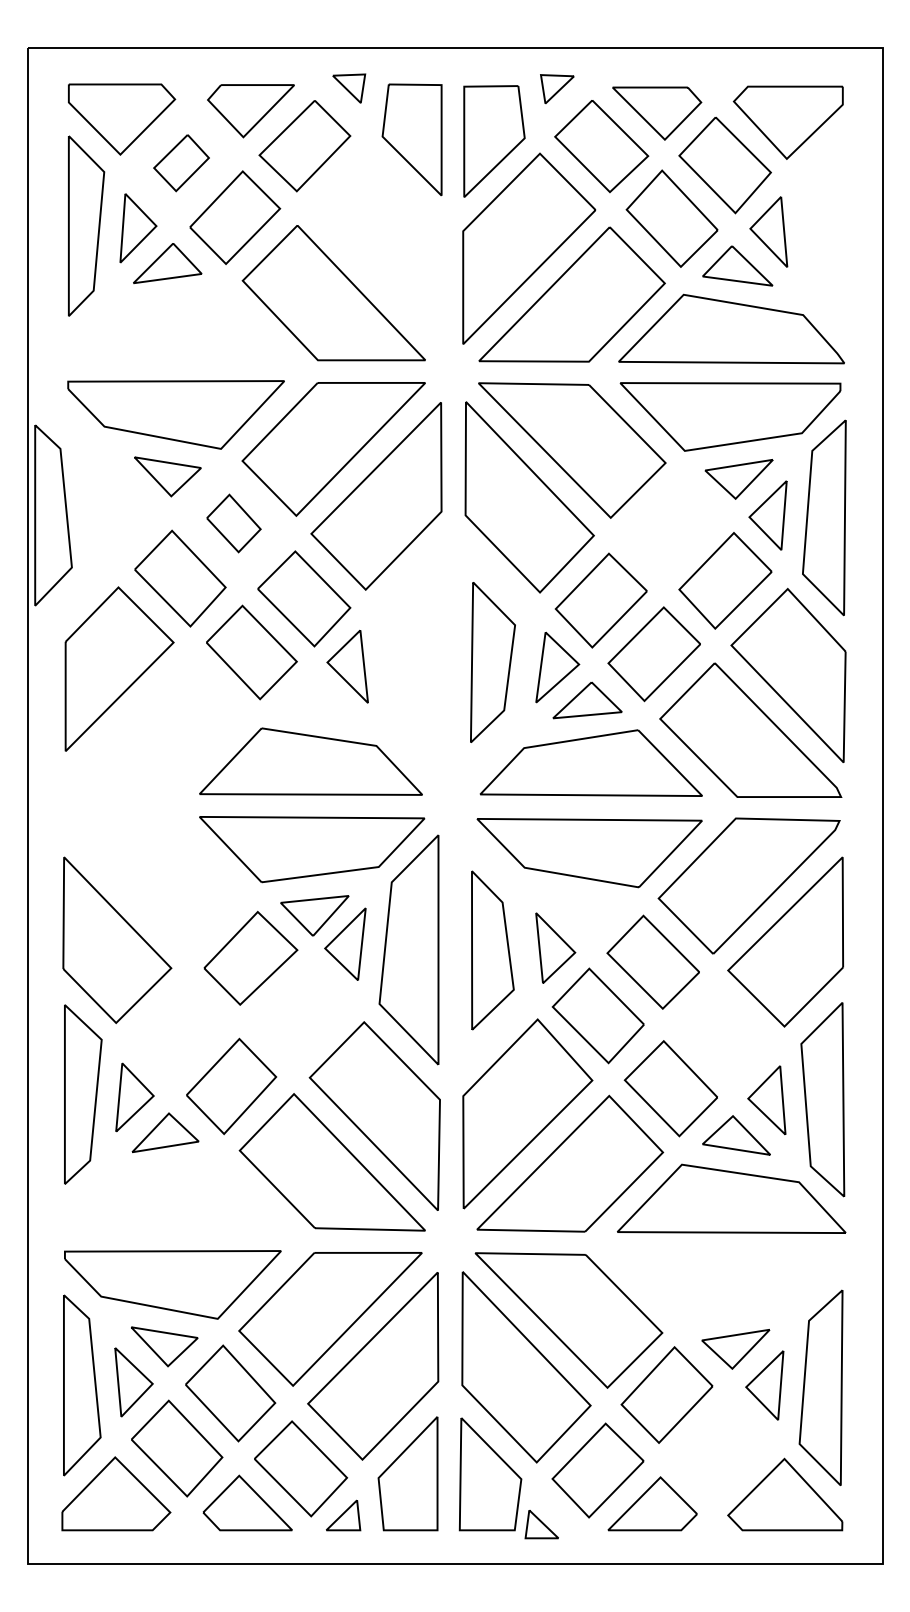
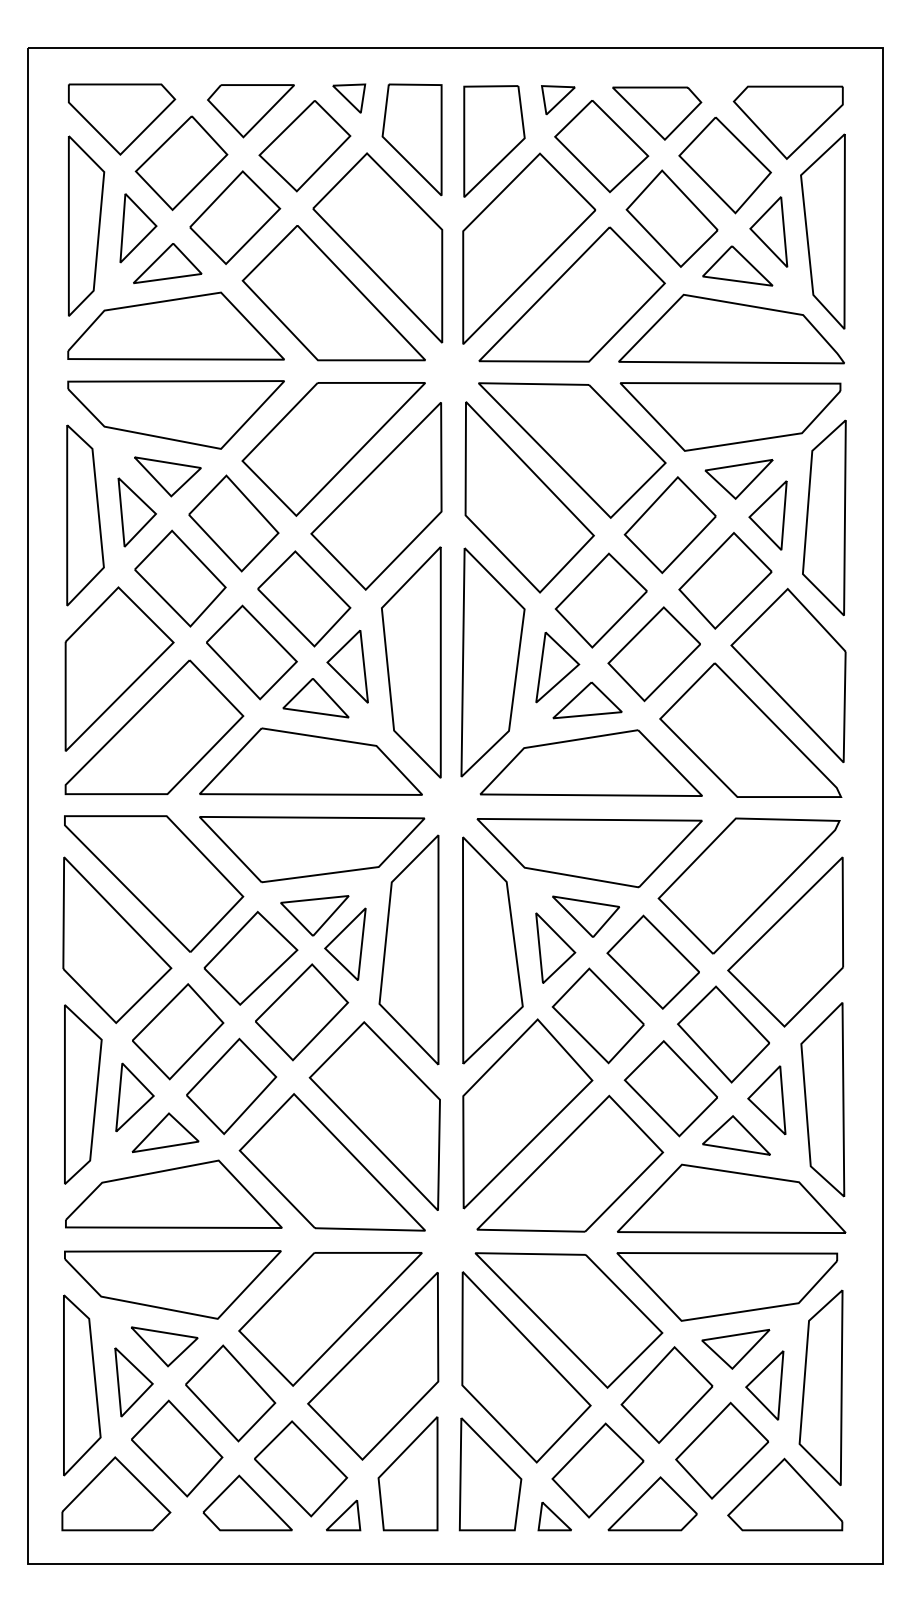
part at (349, 88) position: (349, 88) -> (349, 98)
part at (557, 89) position: (557, 89) -> (558, 100)
part at (181, 163) size: 57x59 px -> 95x96 px
part at (822, 231): none -> present
part at (377, 247): none -> present
part at (175, 325): none -> present
part at (136, 512): none -> present
part at (53, 515) position: (53, 515) -> (85, 515)
part at (233, 523) size: 56x61 px -> 92x99 px
part at (669, 525): none -> present
part at (411, 662): none -> present
part at (492, 662) size: 46x161 px -> 66x231 px
part at (315, 698): none -> present
part at (154, 726): none -> present
part at (154, 883): none -> present
part at (586, 916): none -> present
part at (492, 950) size: 44x161 px -> 62x229 px
part at (302, 1012): none -> present
part at (178, 1031): none -> present
part at (723, 1034): none -> present
part at (173, 1193): none -> present
part at (727, 1286): none -> present
part at (721, 1450): none -> present
part at (541, 1524) position: (541, 1524) -> (554, 1516)
